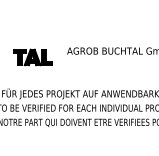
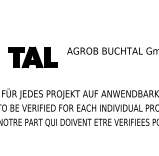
part at (32, 57) size: 40x19 px -> 50x23 px
